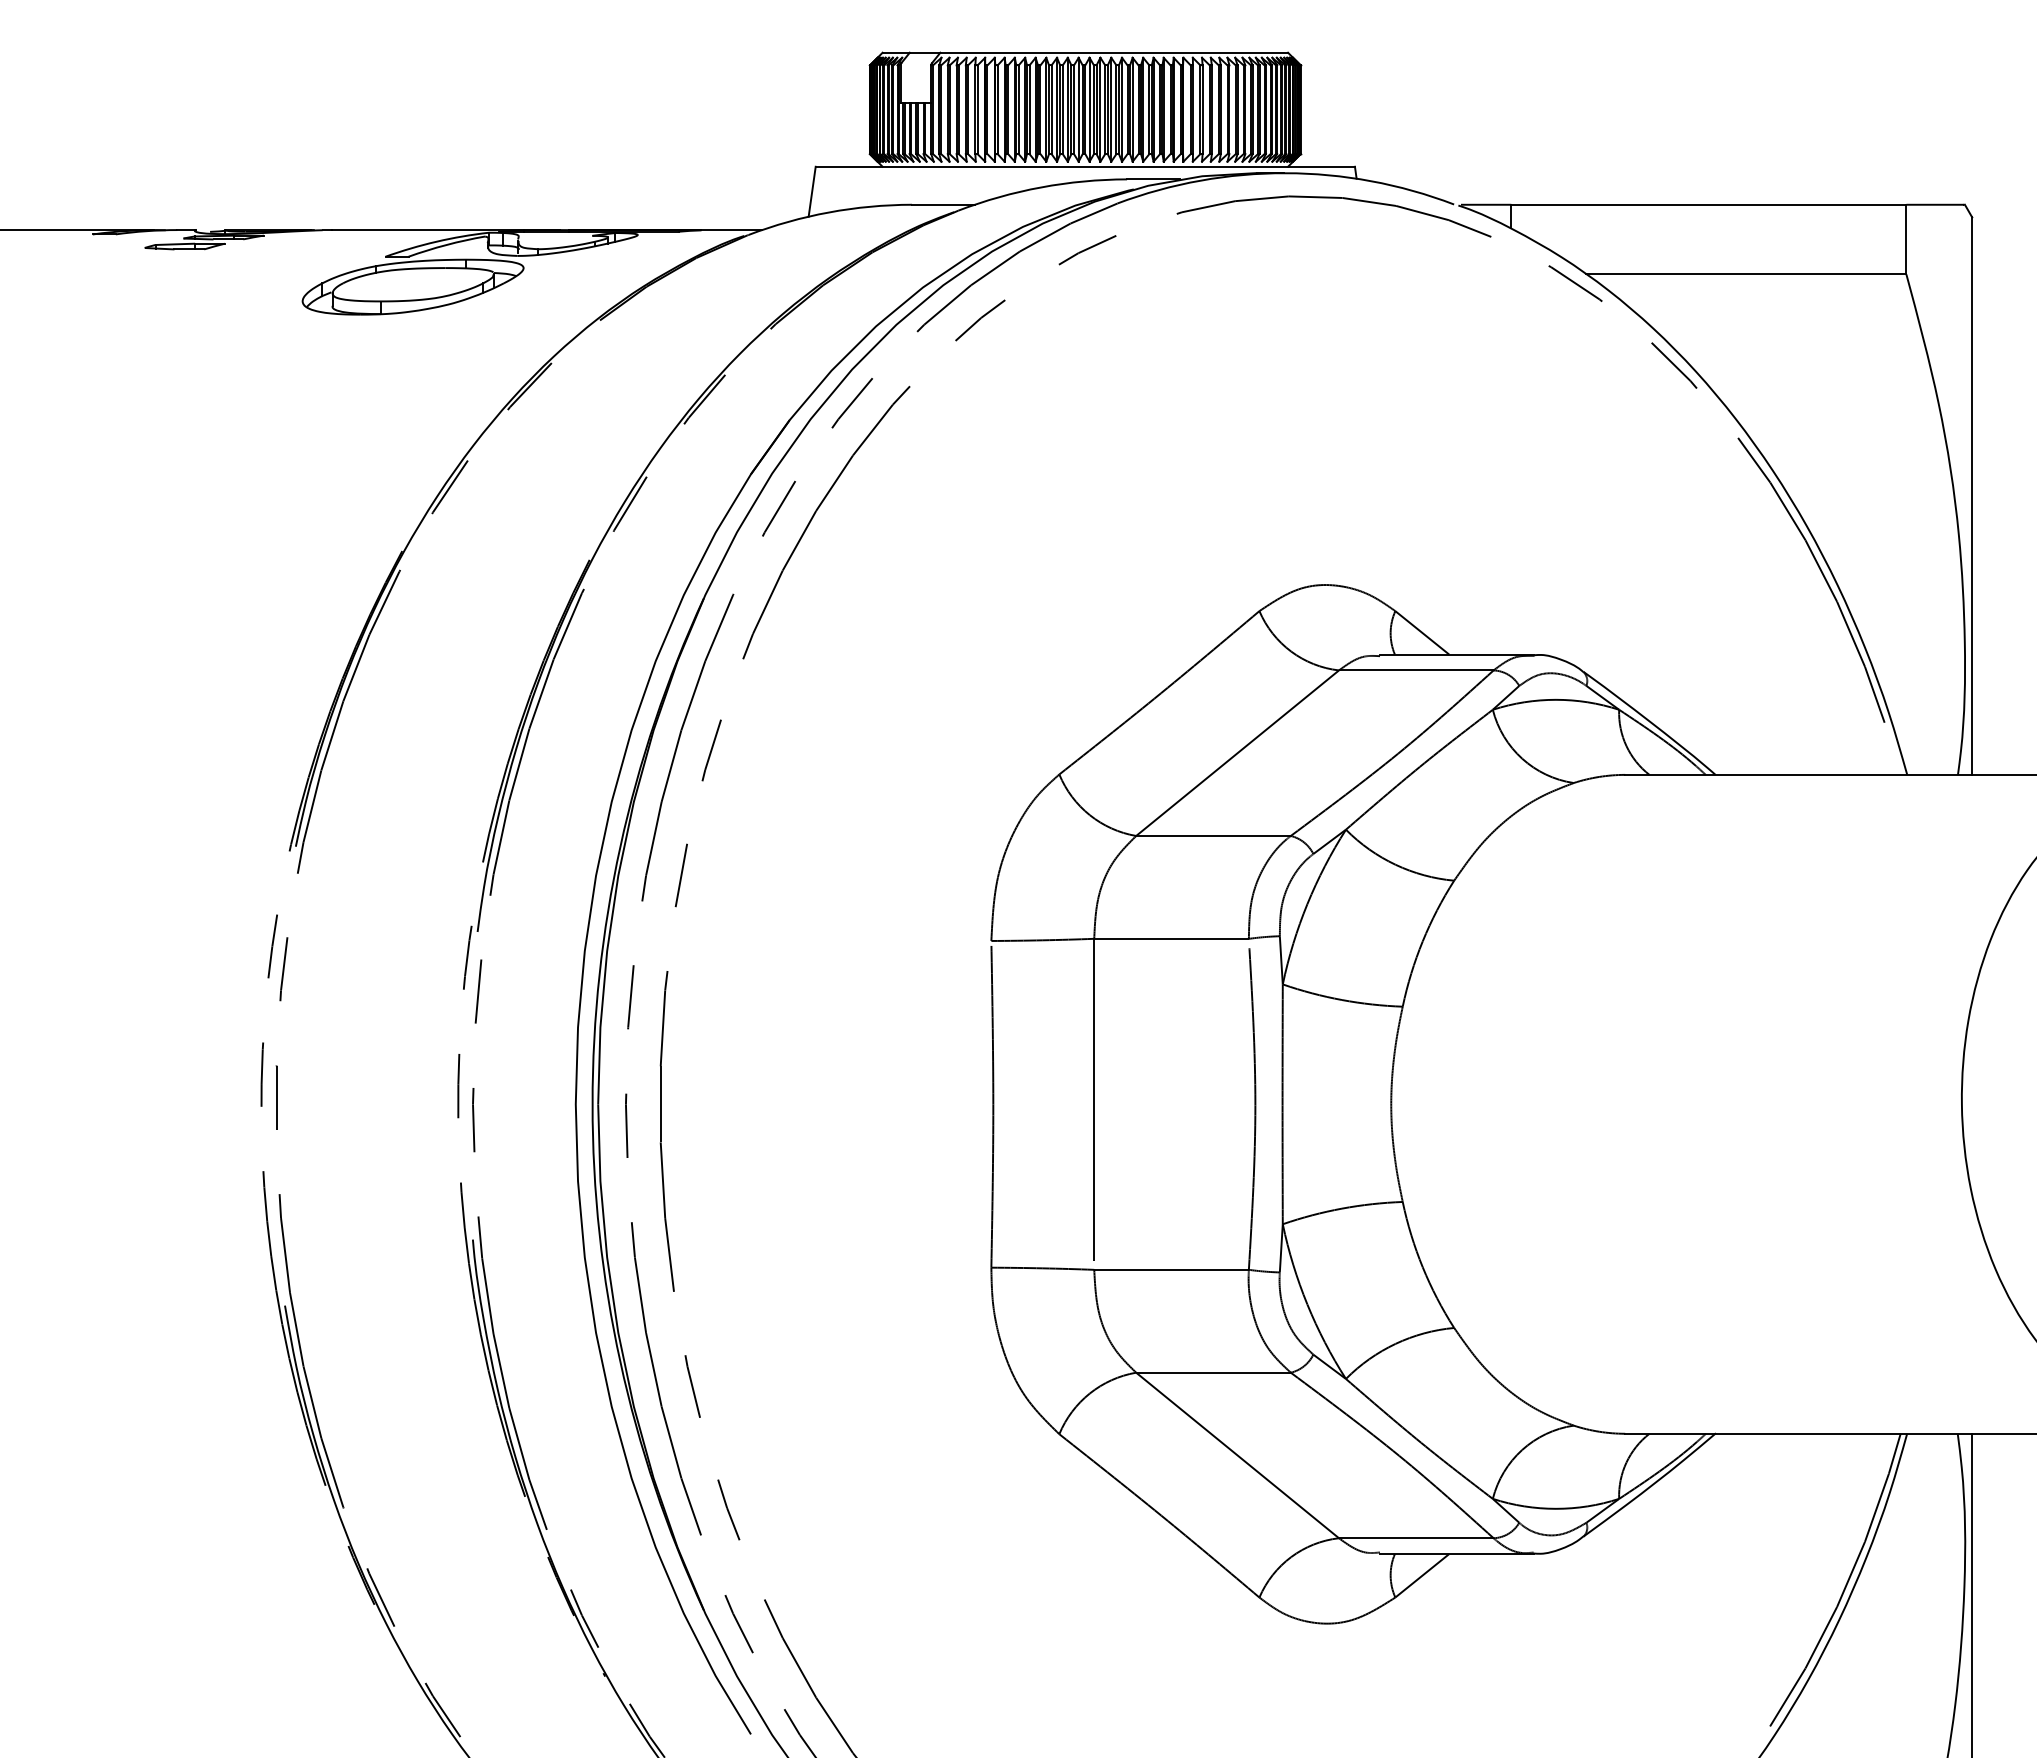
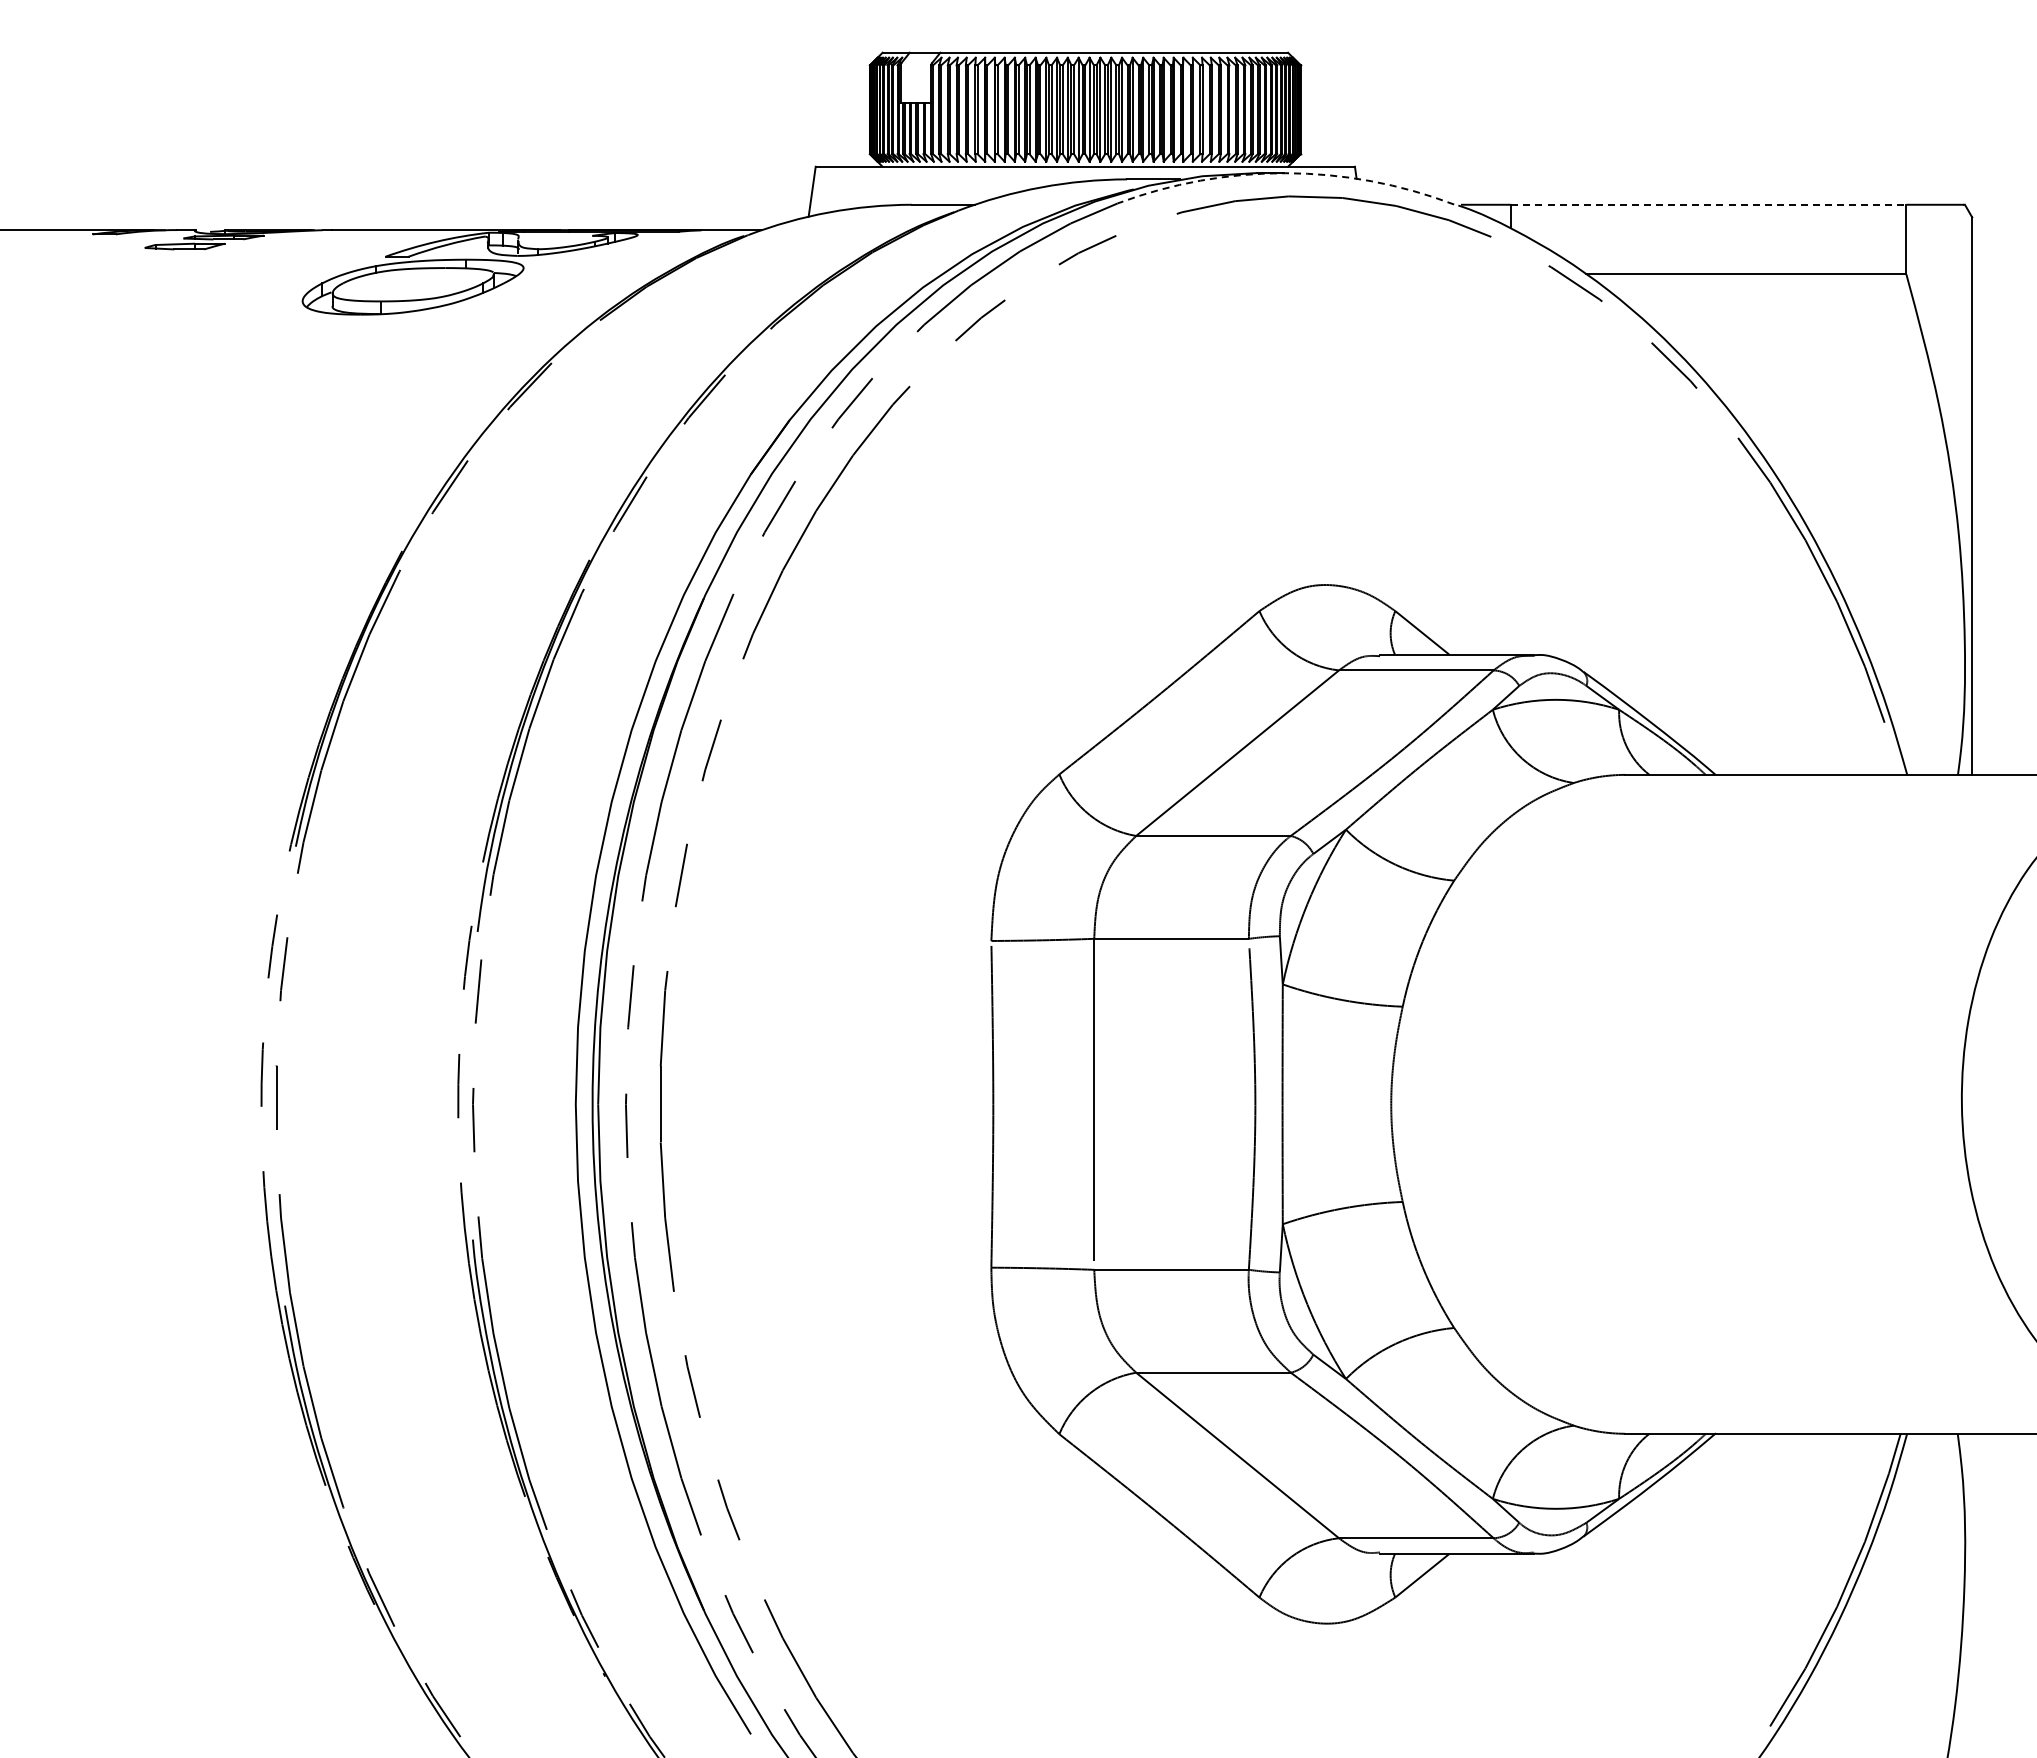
arc at (1285, 173): solid -> dashed
line at (1708, 204): solid -> dashed
line at (1972, 1593): present -> none
